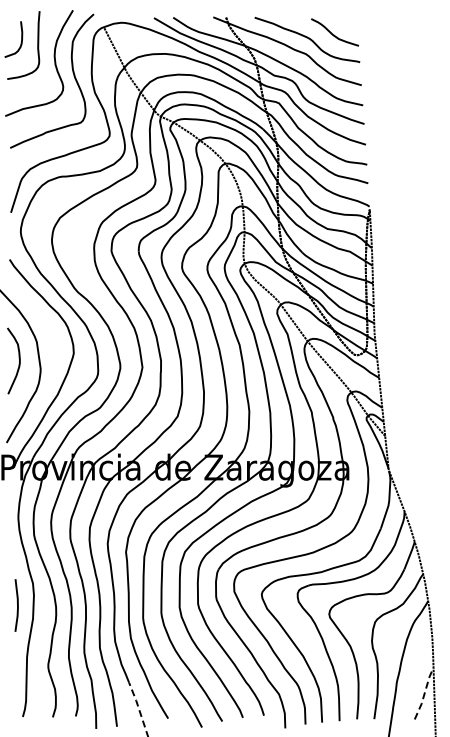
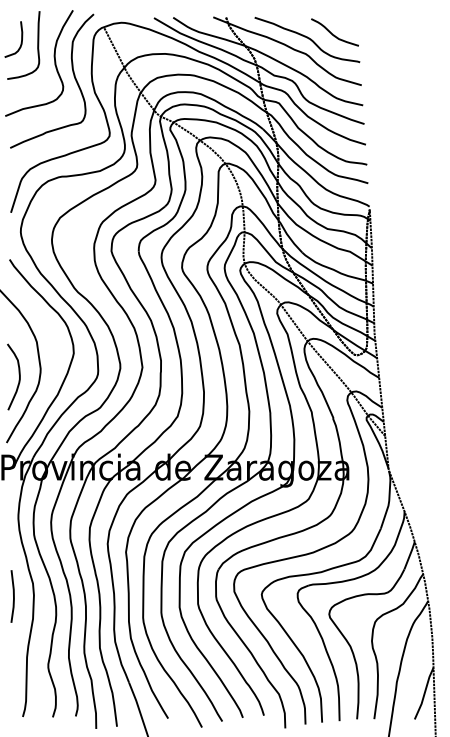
curve at (18, 358) position: (18, 358) -> (18, 374)
line at (17, 605) position: (17, 605) -> (13, 596)
line at (424, 693): dashed -> solid
line at (139, 709): dashed -> solid
